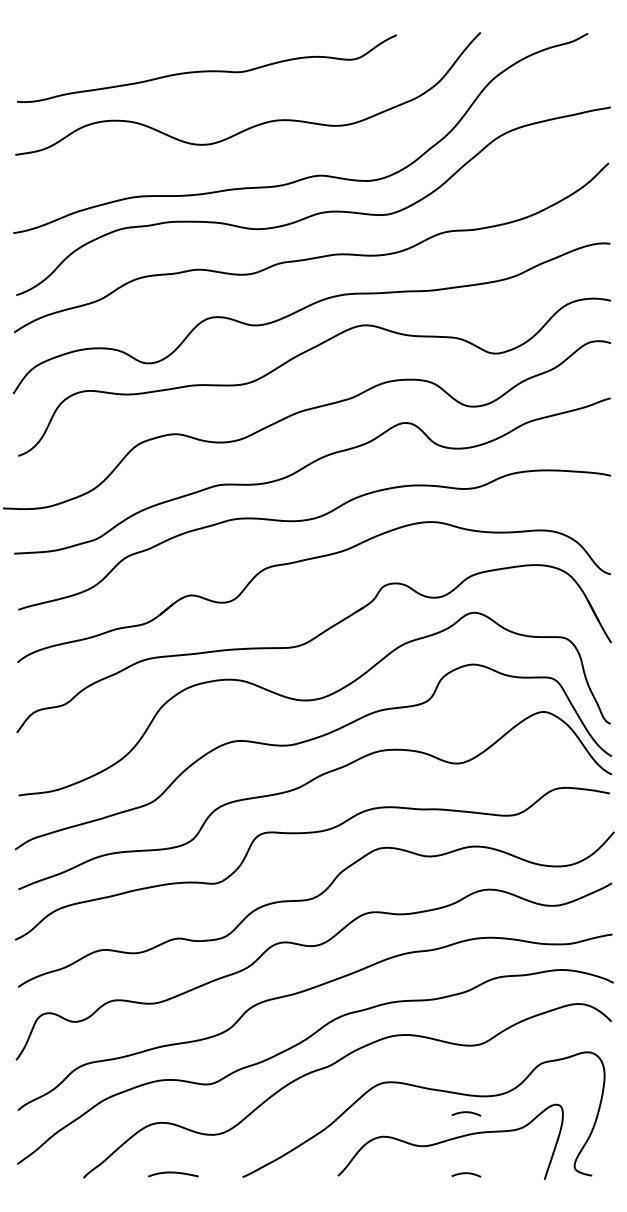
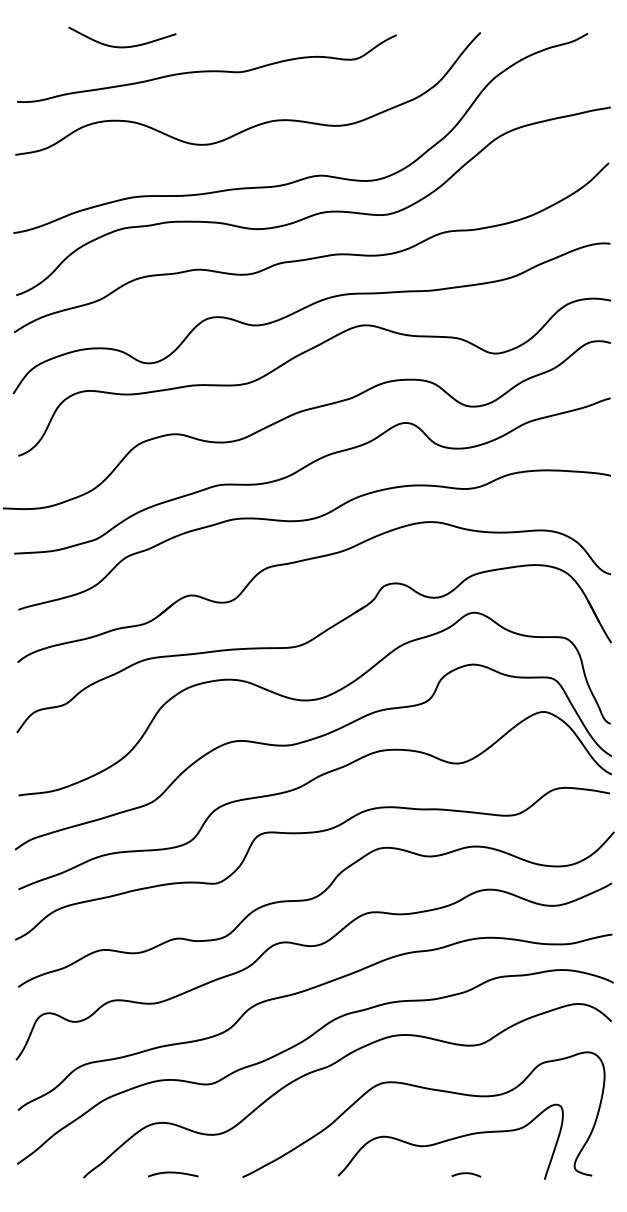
curve at (122, 46): none -> present
curve at (466, 1112): present -> none
